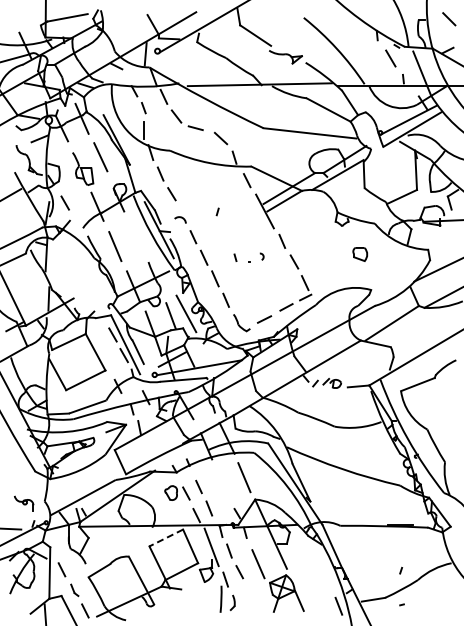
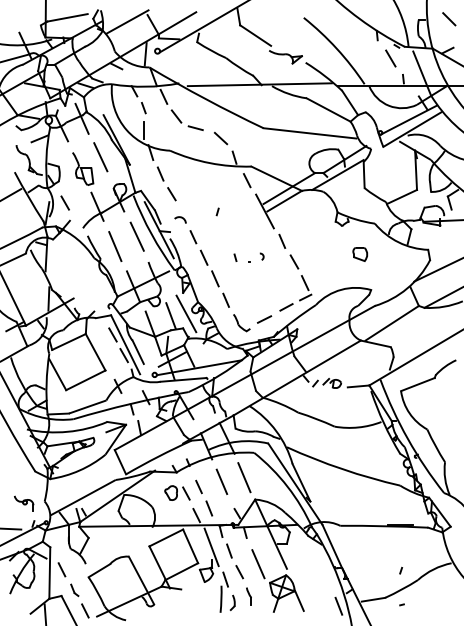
line at (127, 21): none -> present
line at (136, 236): none -> present
line at (221, 481): none -> present
line at (166, 537): dashed -> solid
part at (248, 596): none -> present
